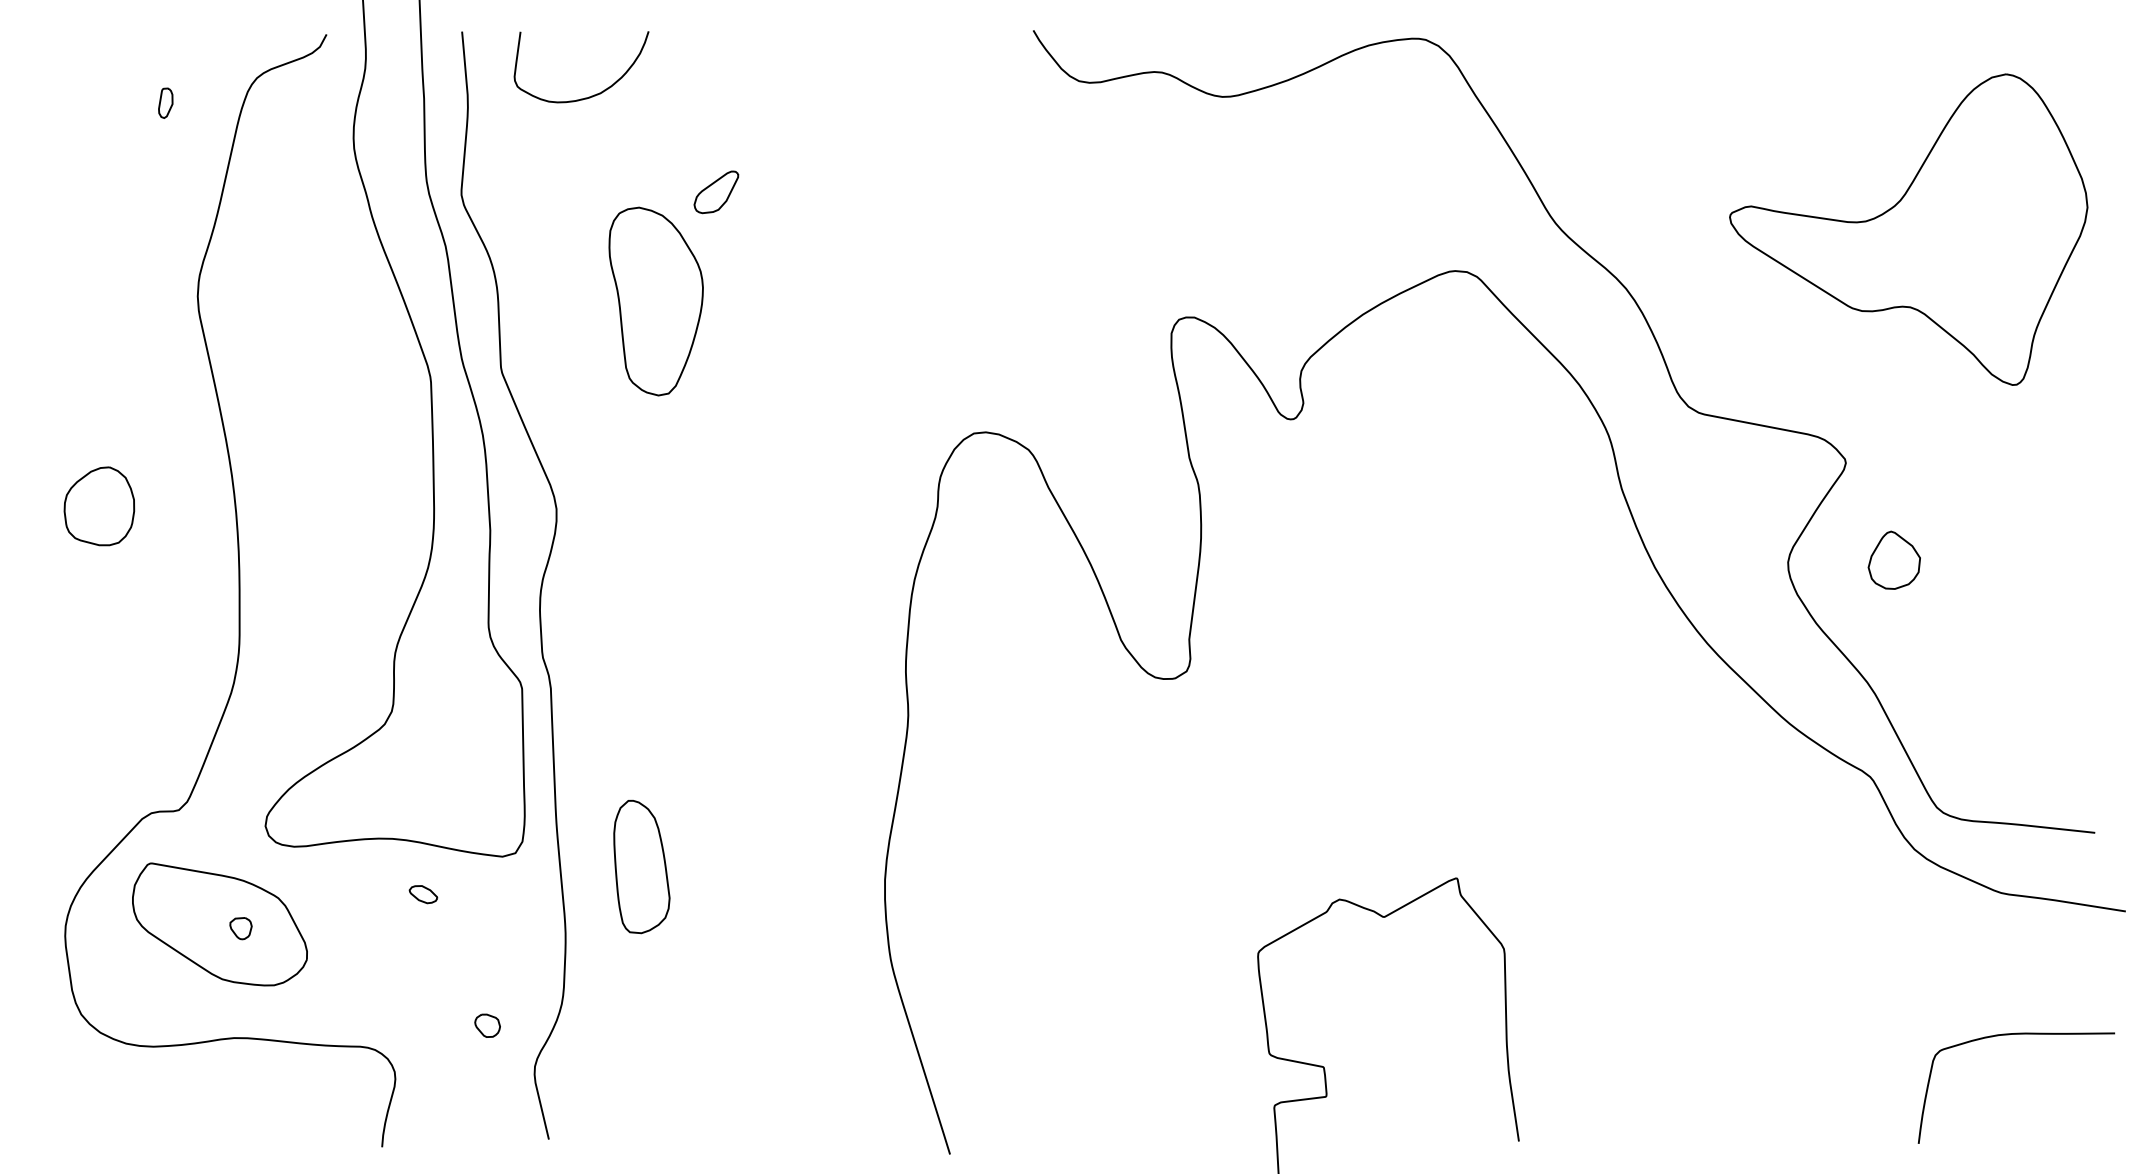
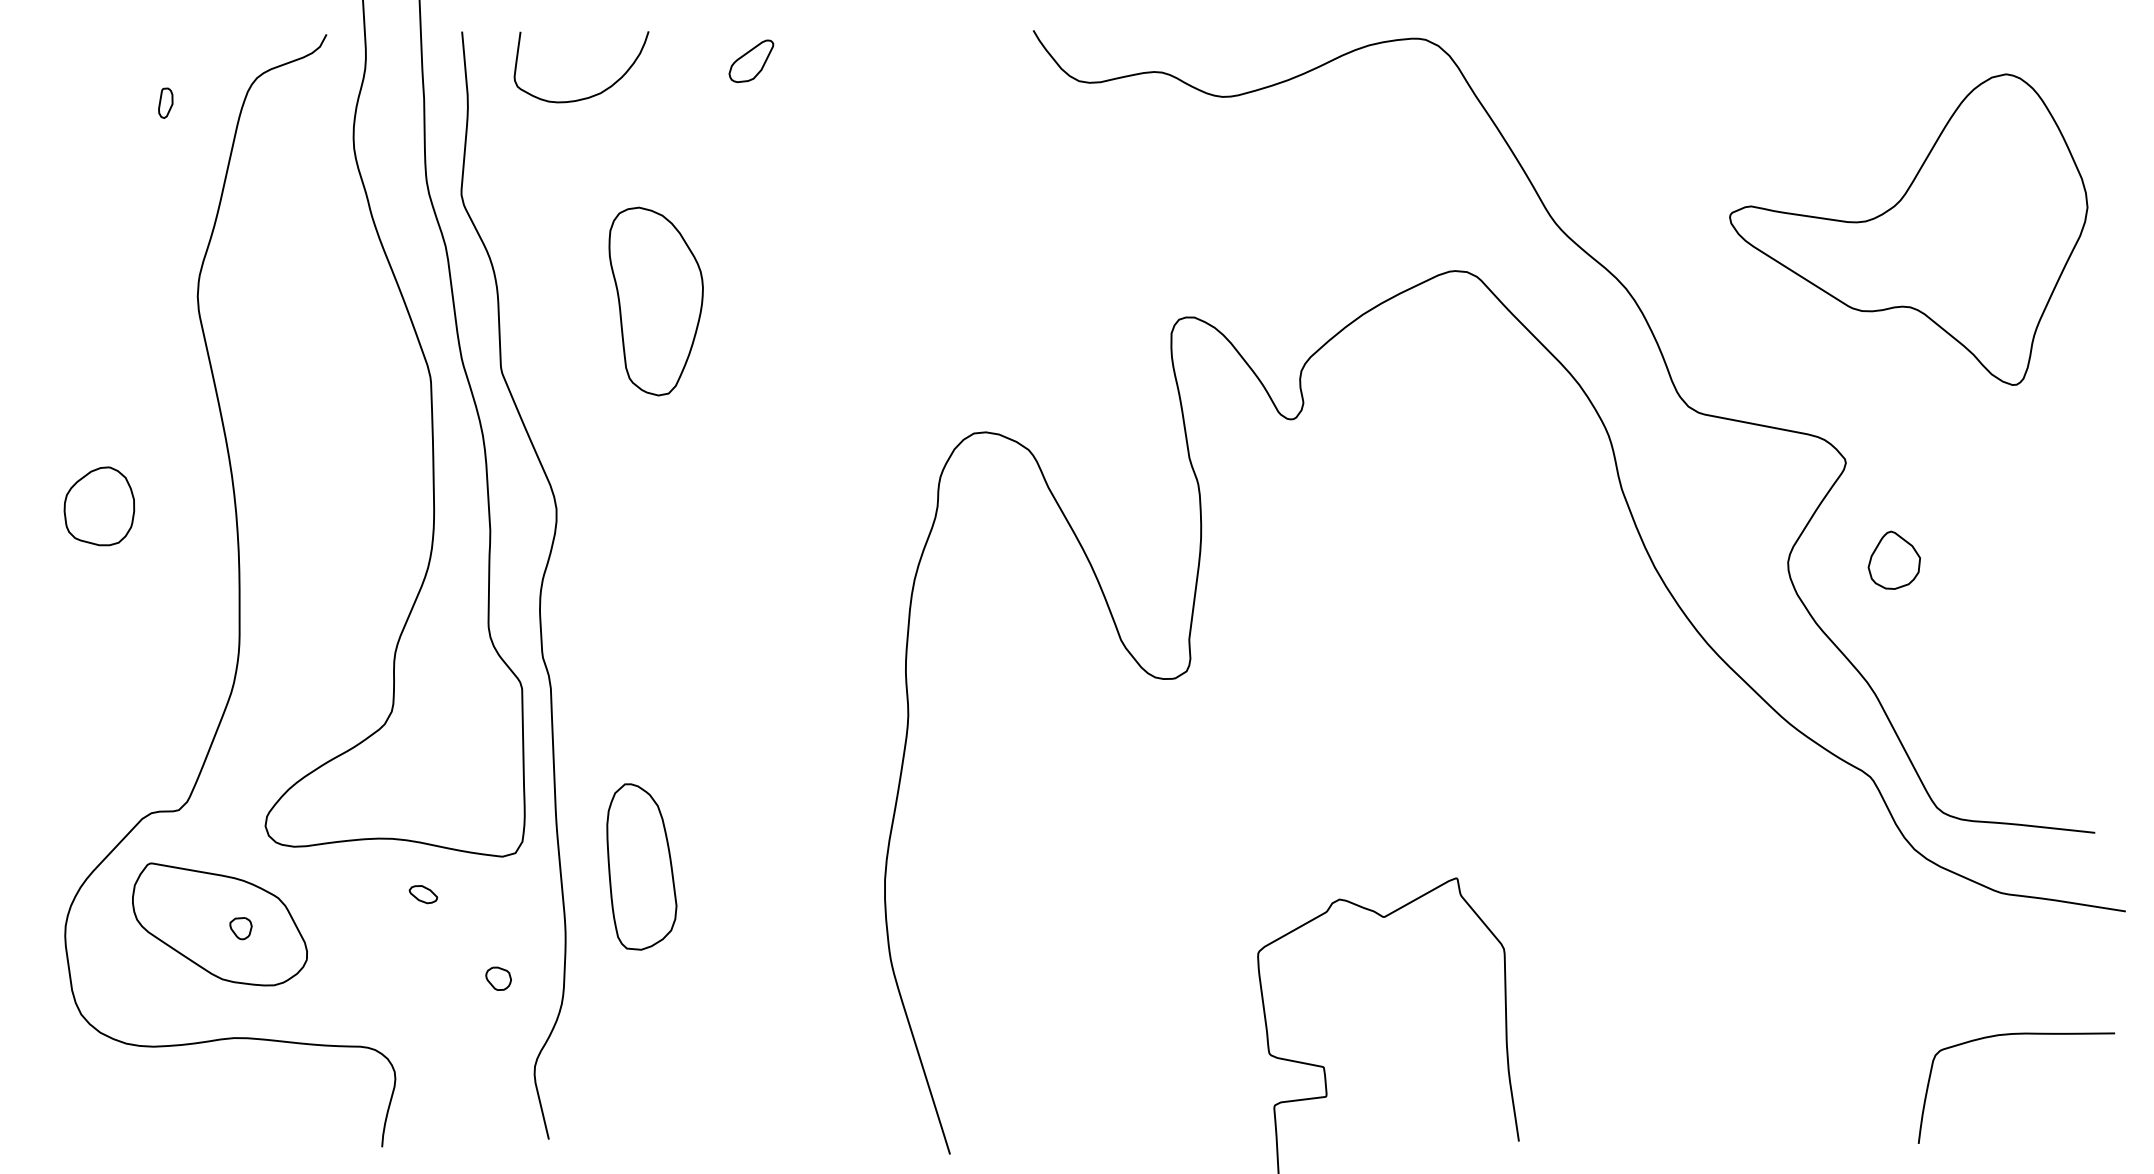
part at (716, 192) position: (716, 192) -> (751, 61)
part at (641, 866) size: 58x136 px -> 72x168 px
part at (487, 1025) position: (487, 1025) -> (498, 978)
